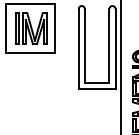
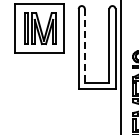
part at (30, 28) position: (30, 28) -> (39, 28)
line at (84, 45): solid -> dashed
